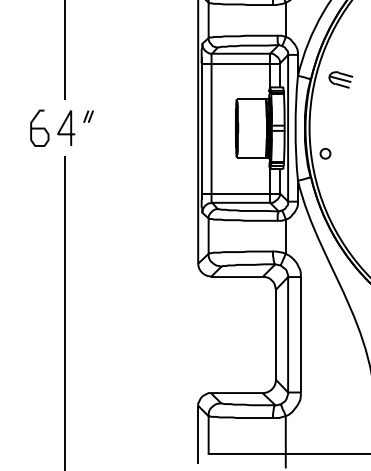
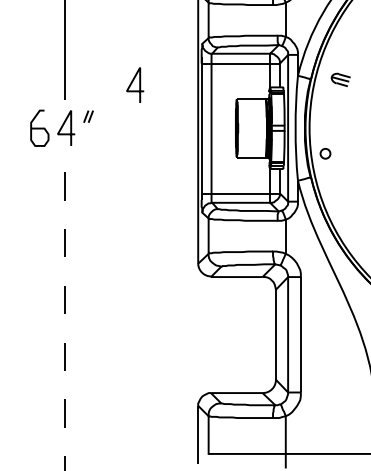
part at (340, 79) size: 26x18 px -> 21x16 px
line at (132, 83): none -> present
line at (64, 313): solid -> dashed
